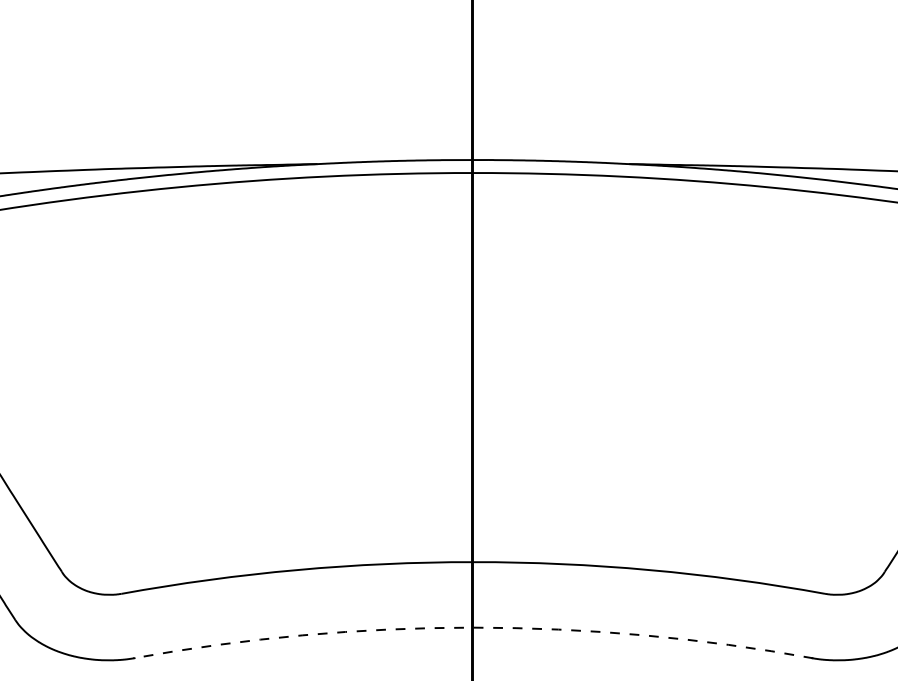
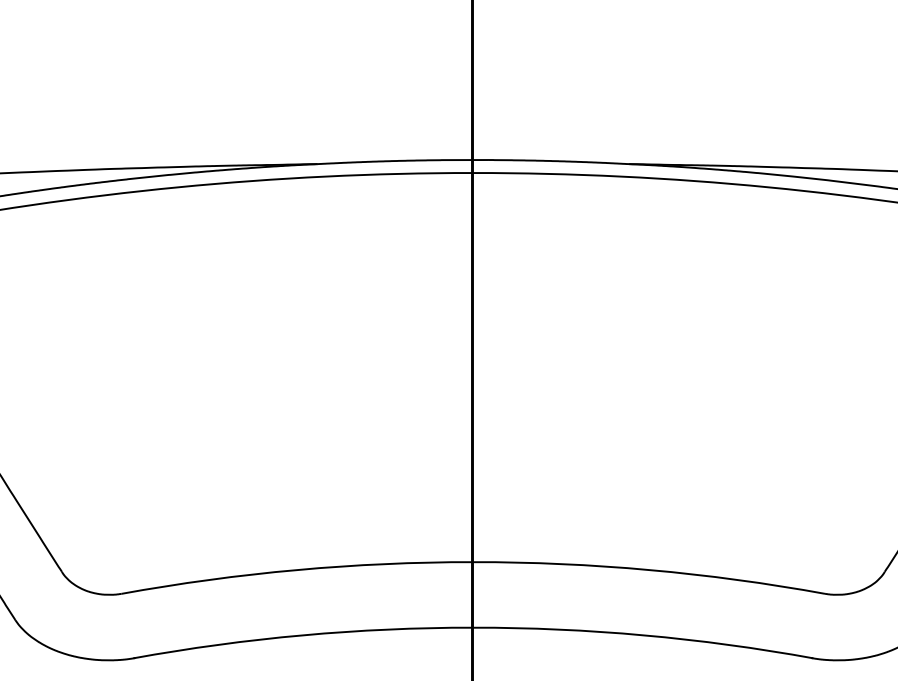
arc at (473, 627): dashed -> solid
